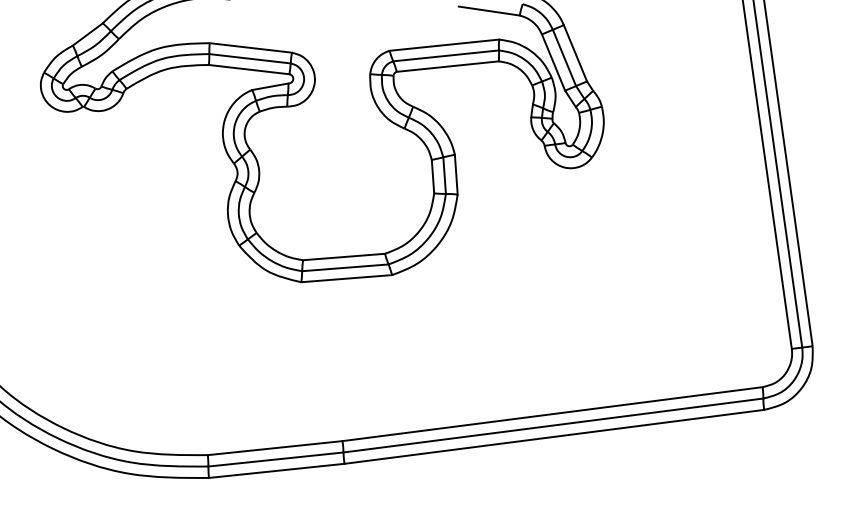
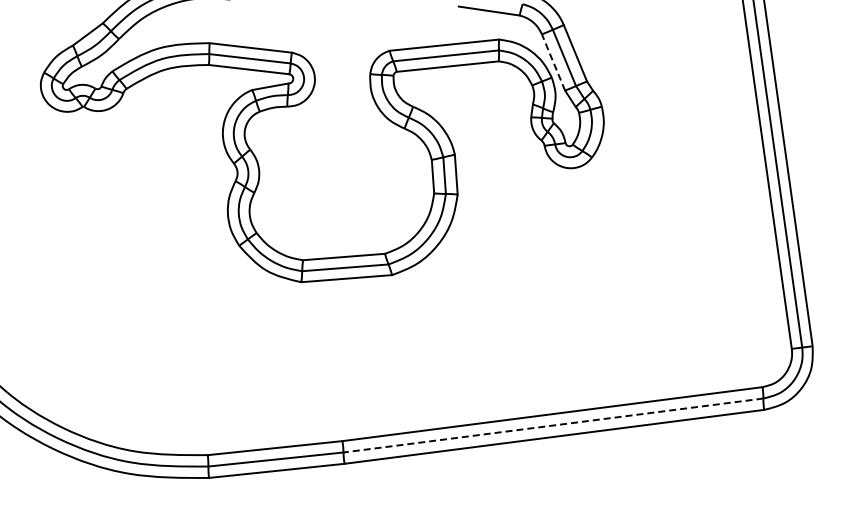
line at (553, 62): solid -> dashed
line at (553, 425): solid -> dashed
